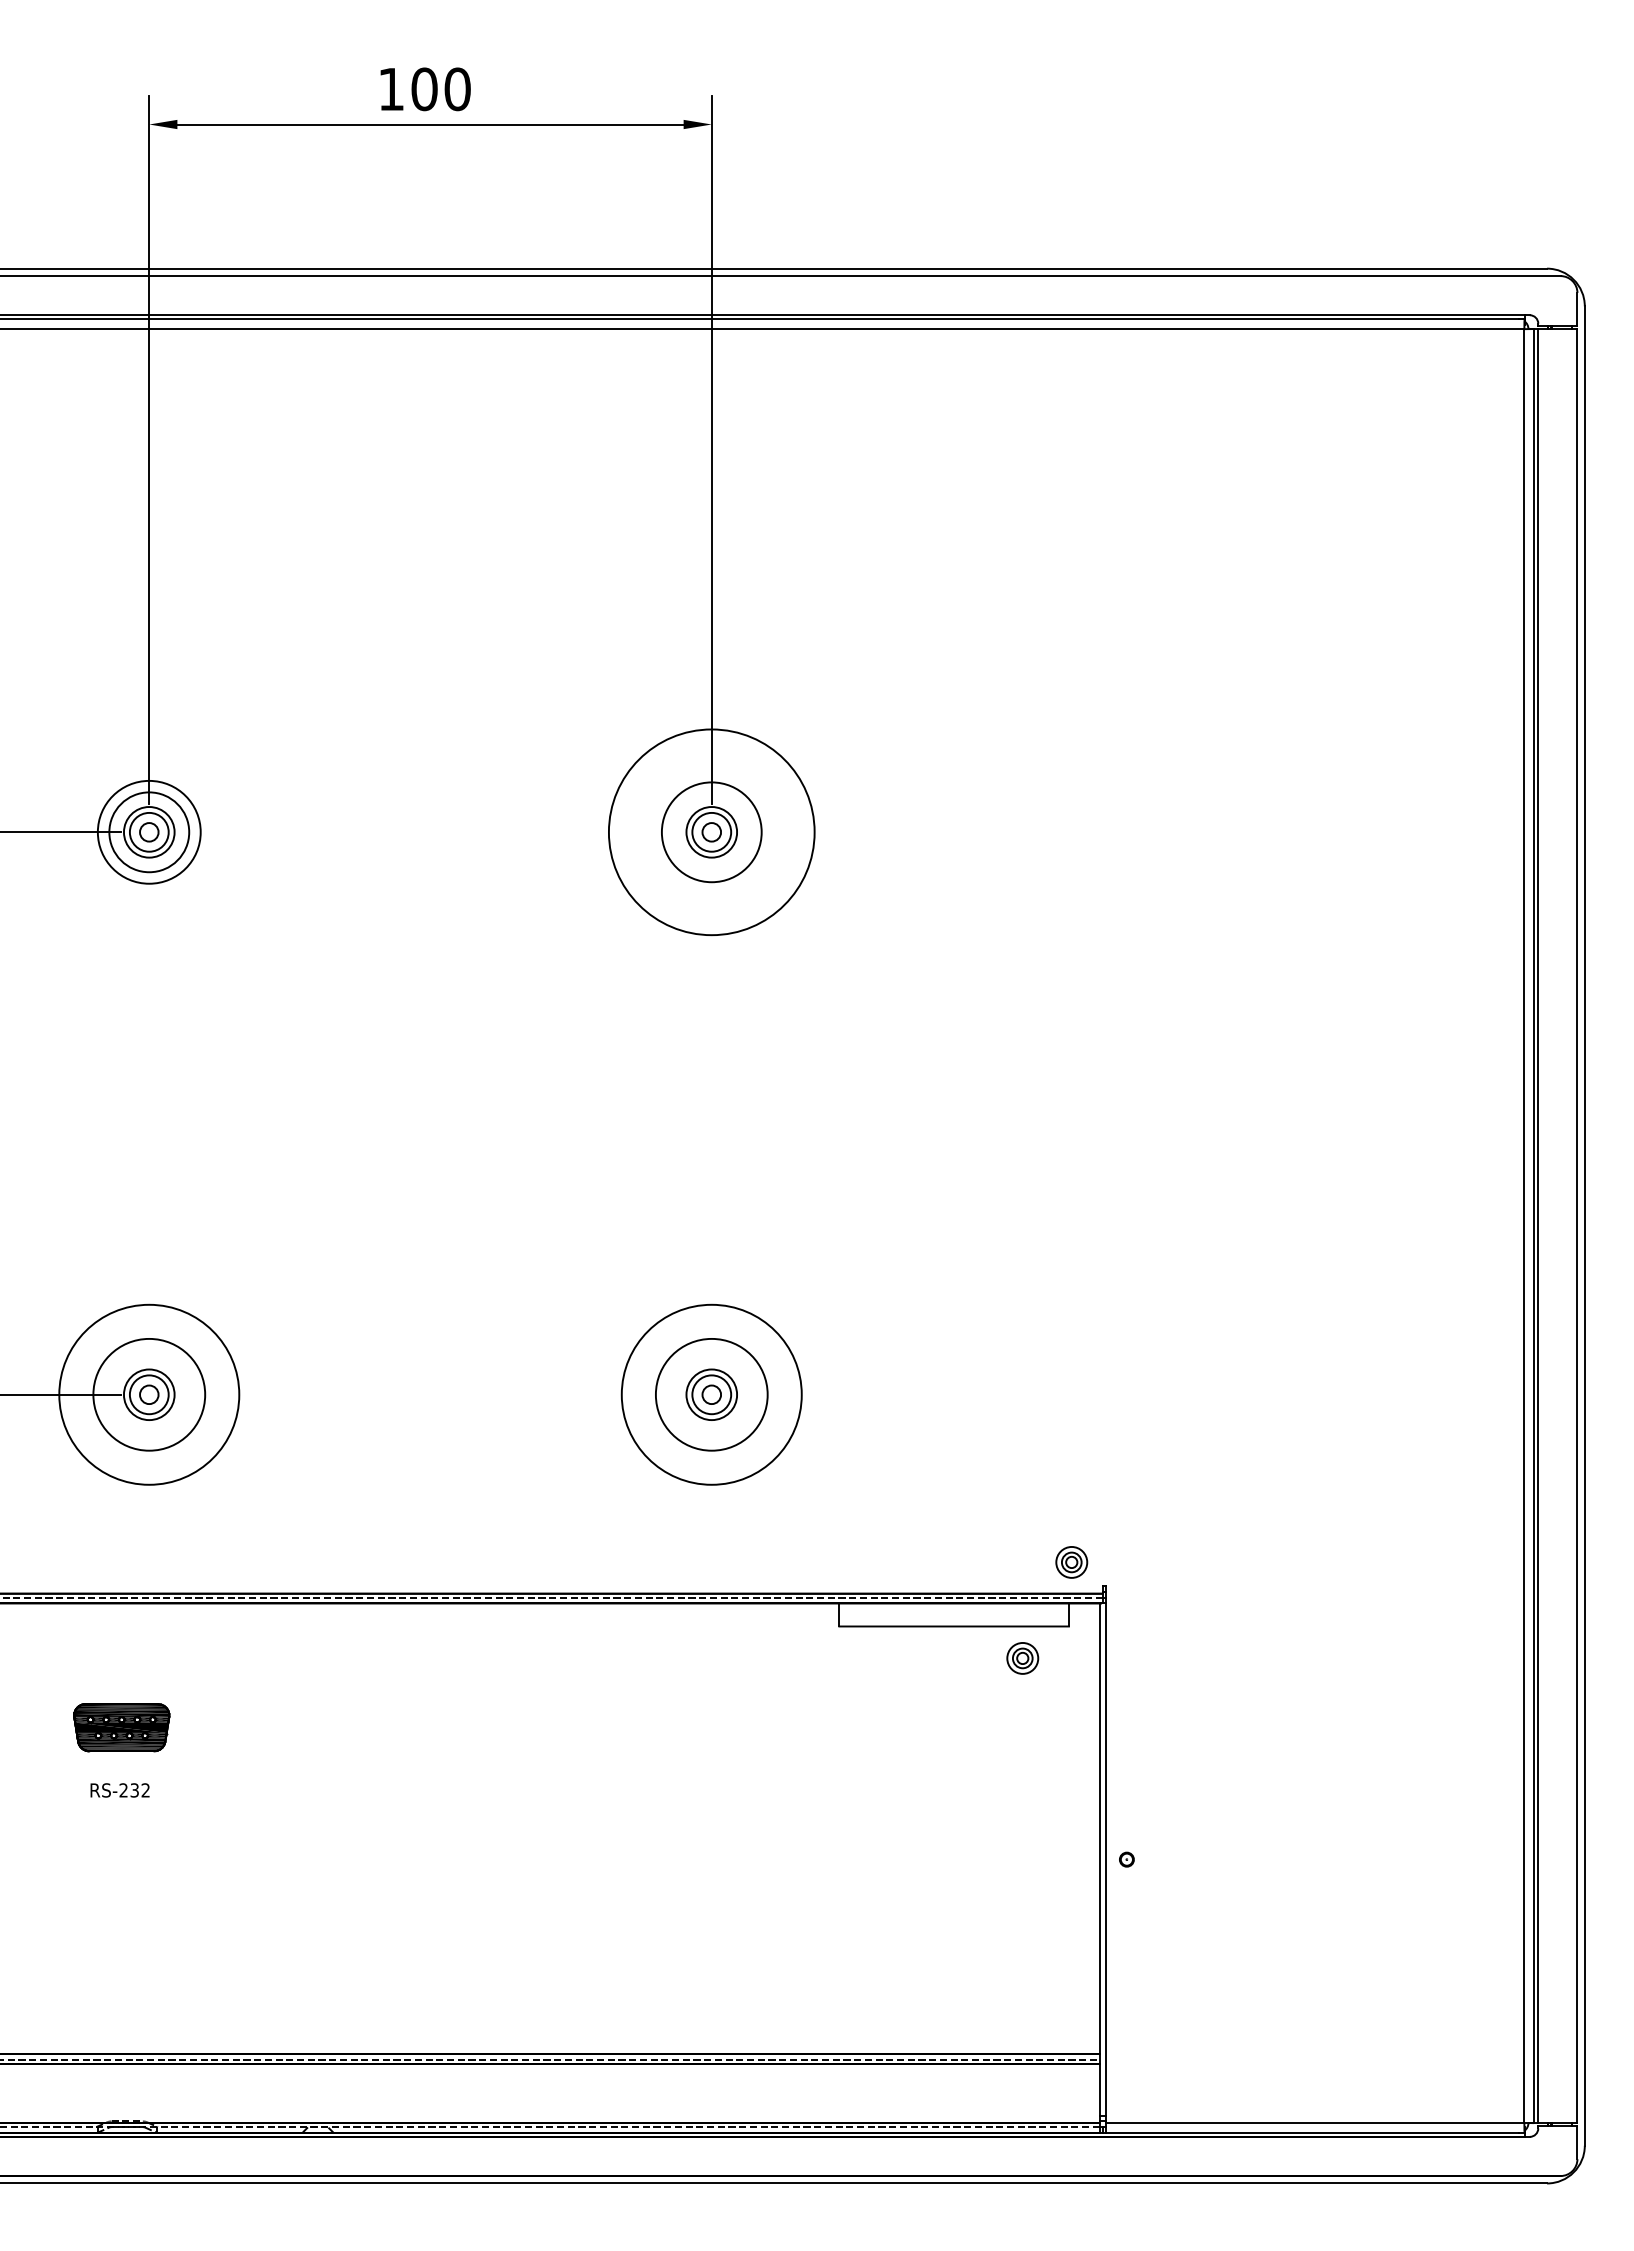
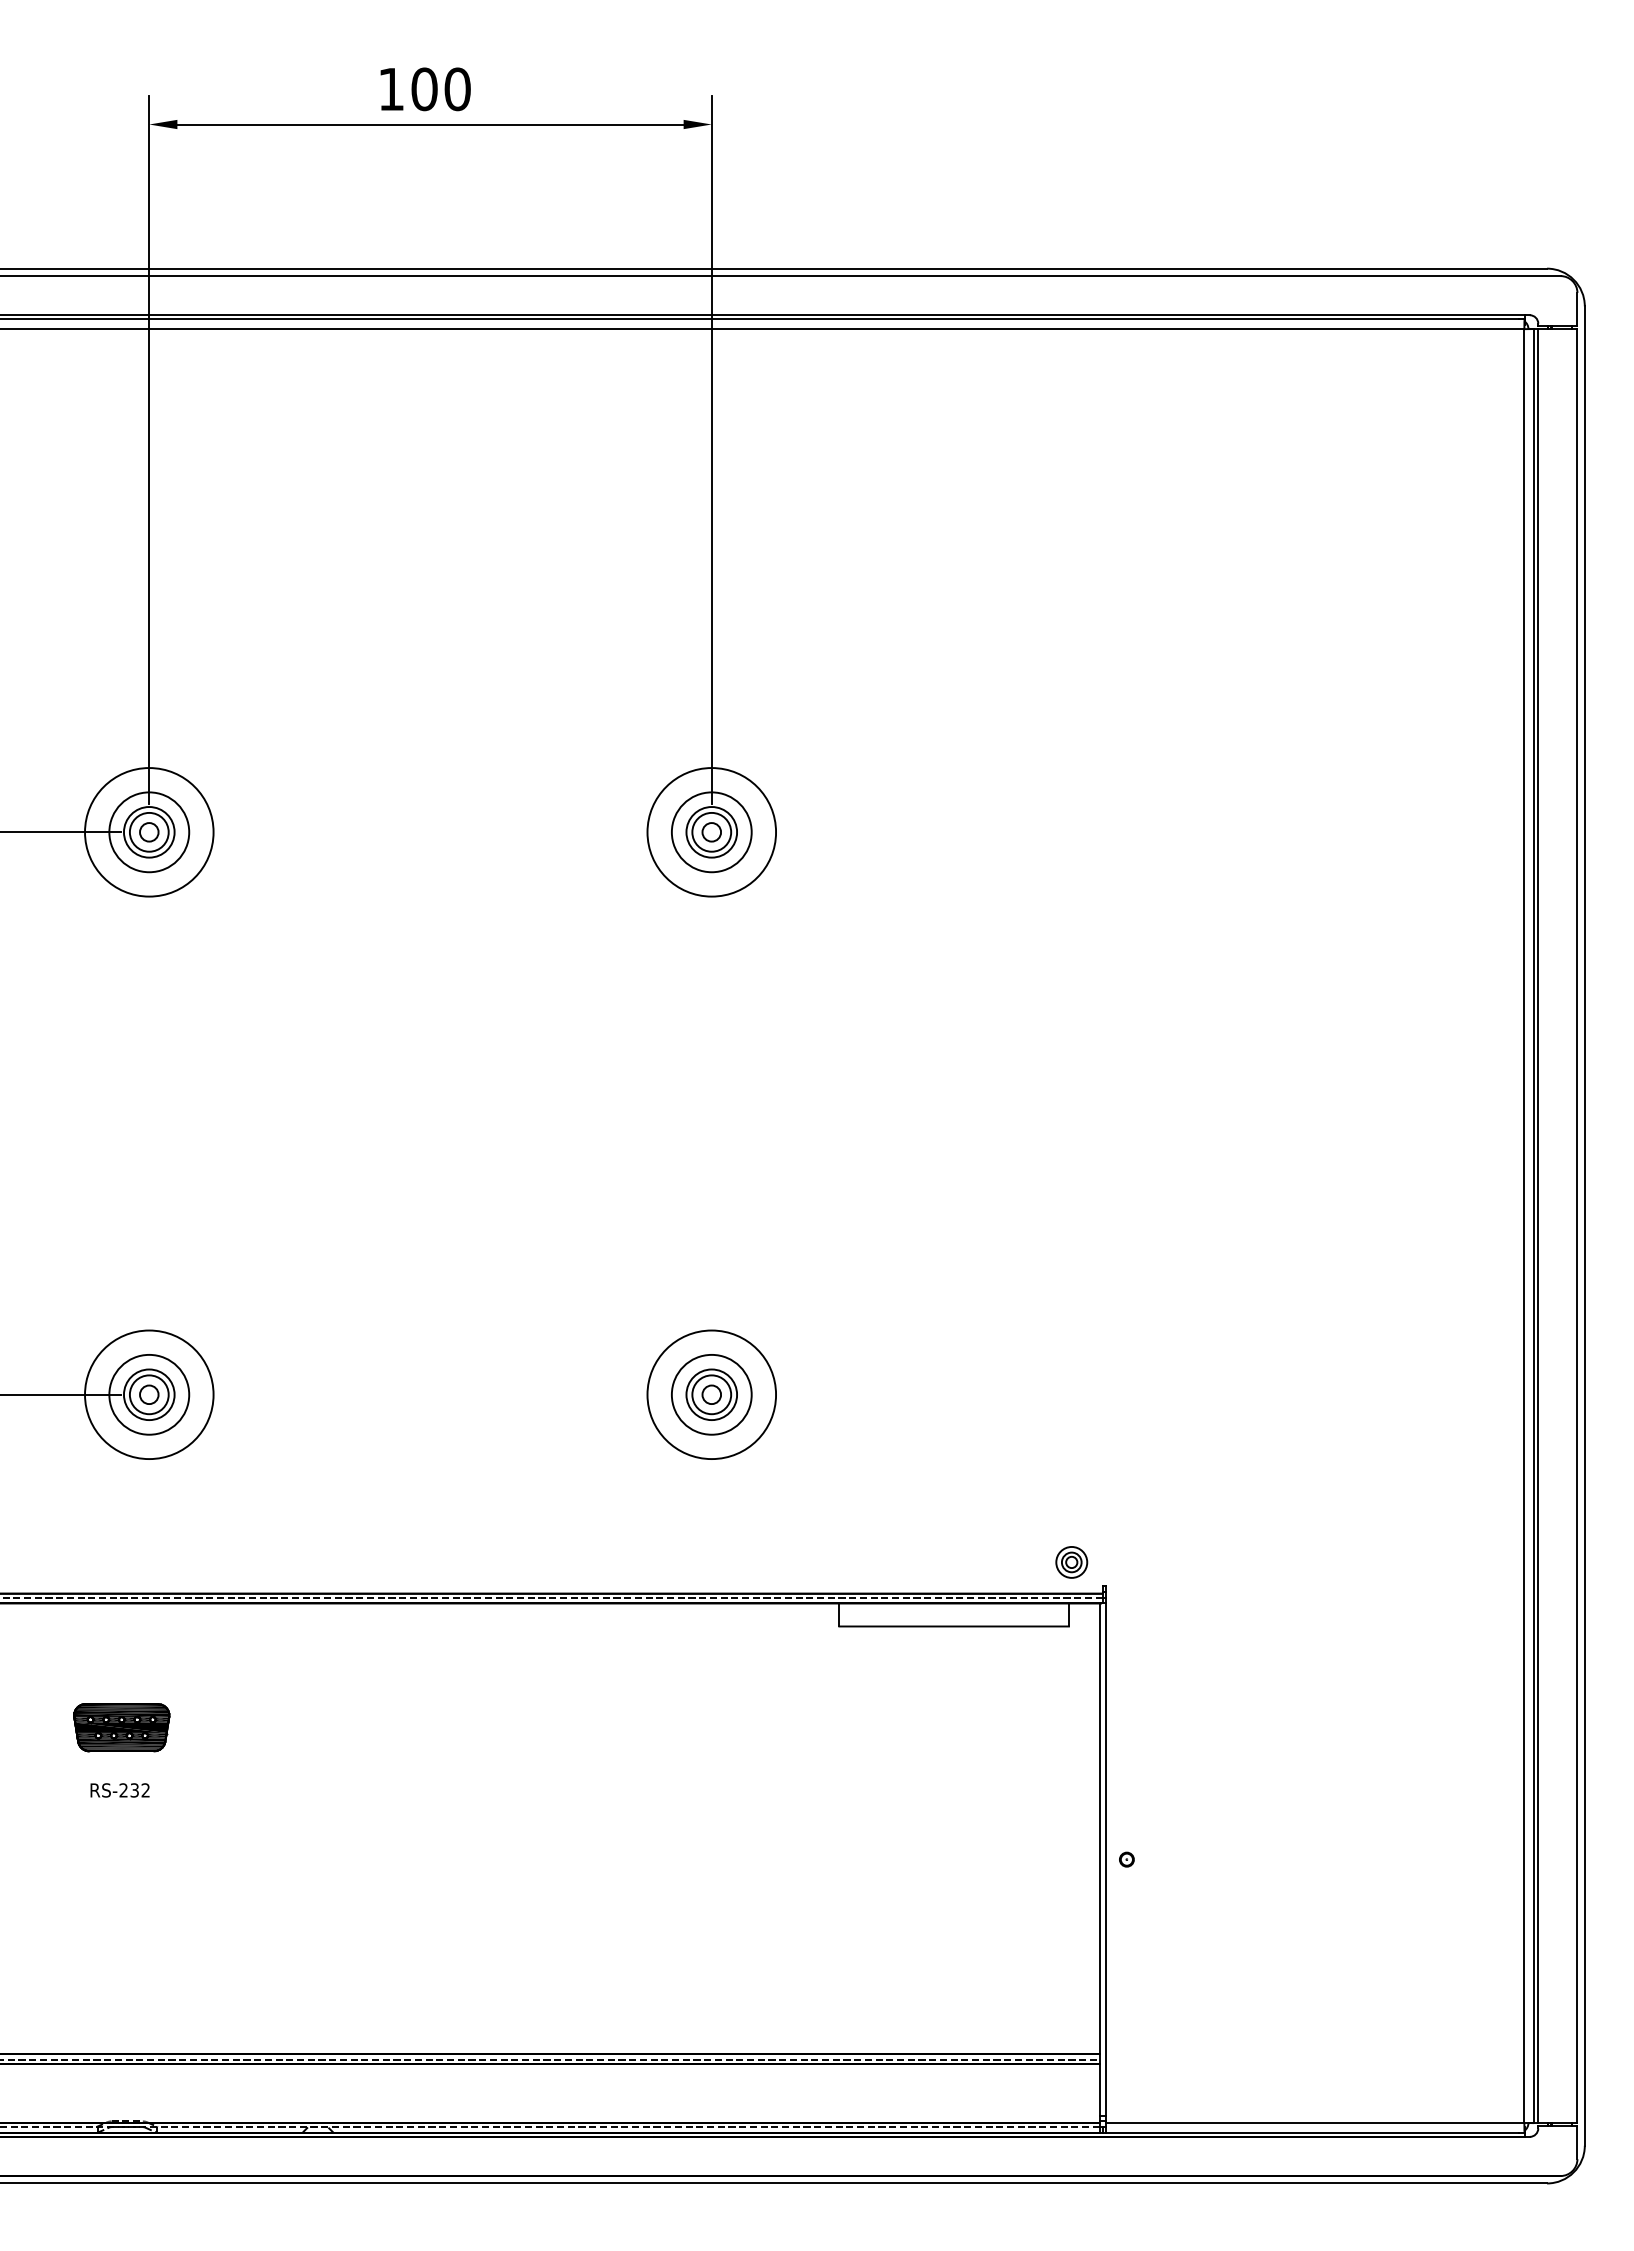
circle at (148, 831) diameter: 103 px -> 129 px
circle at (711, 832) diameter: 100 px -> 80 px
circle at (711, 832) diameter: 206 px -> 129 px
circle at (149, 1394) diameter: 112 px -> 80 px
circle at (149, 1394) diameter: 180 px -> 129 px
circle at (711, 1394) diameter: 112 px -> 80 px
circle at (711, 1394) diameter: 180 px -> 129 px
part at (1022, 1658): present -> none
